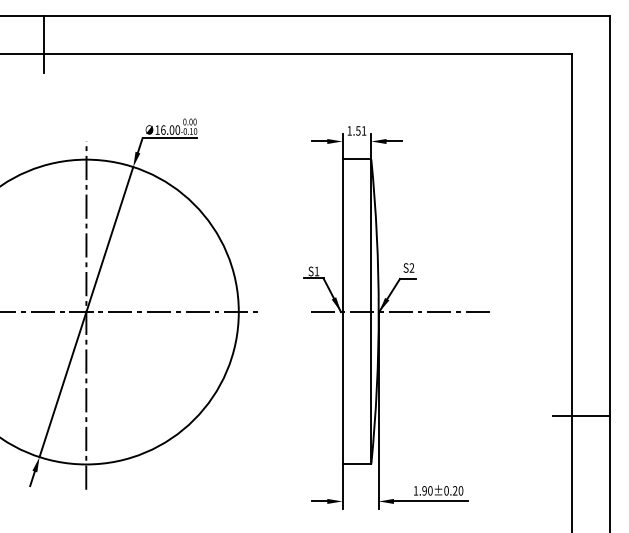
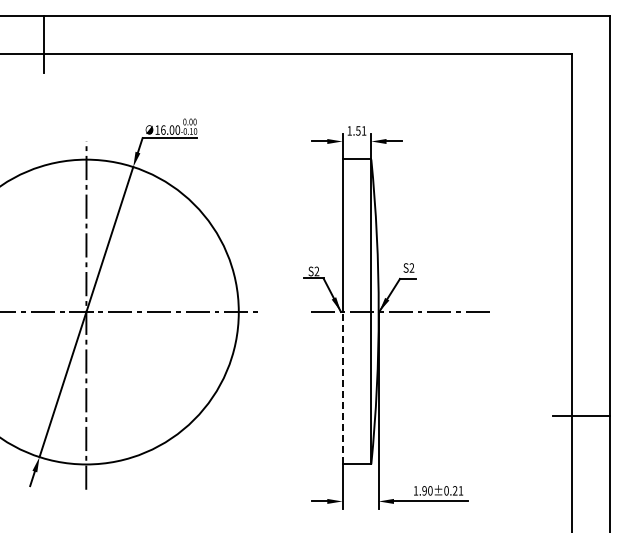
text at (316, 271): S1 -> S2
line at (342, 387): solid -> dashed
text at (460, 490): 1.90±0.20 -> 1.90±0.21
